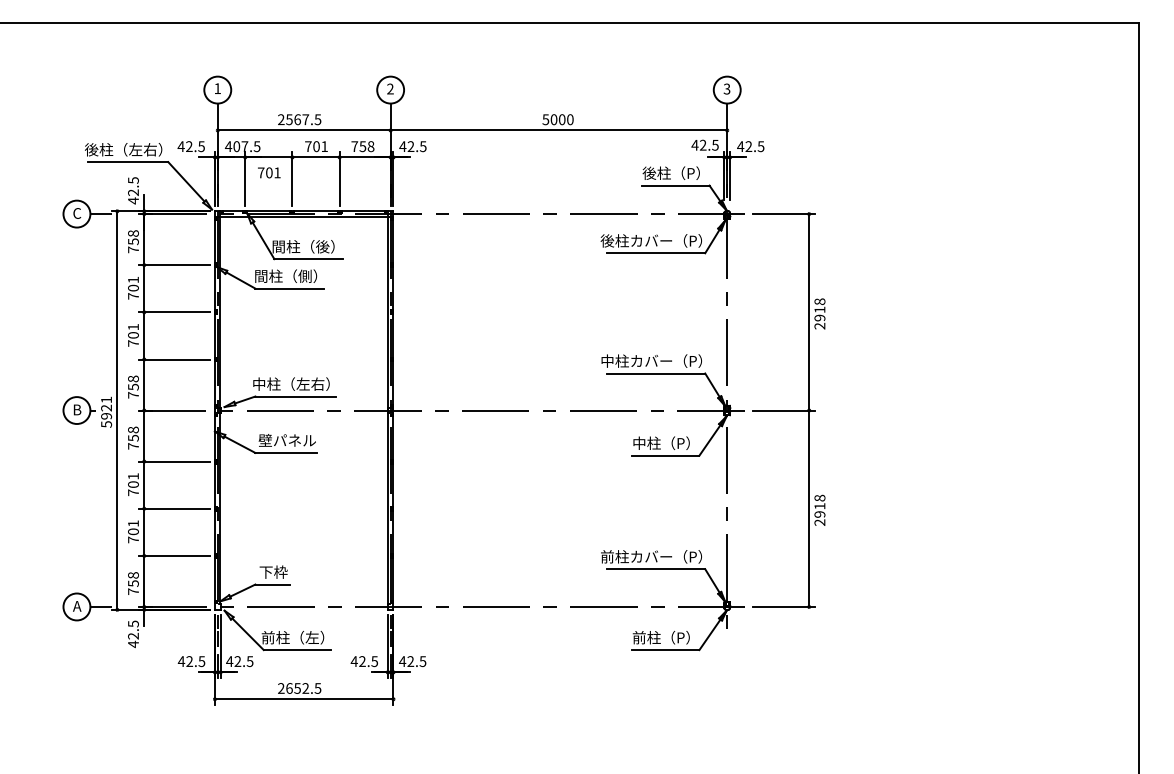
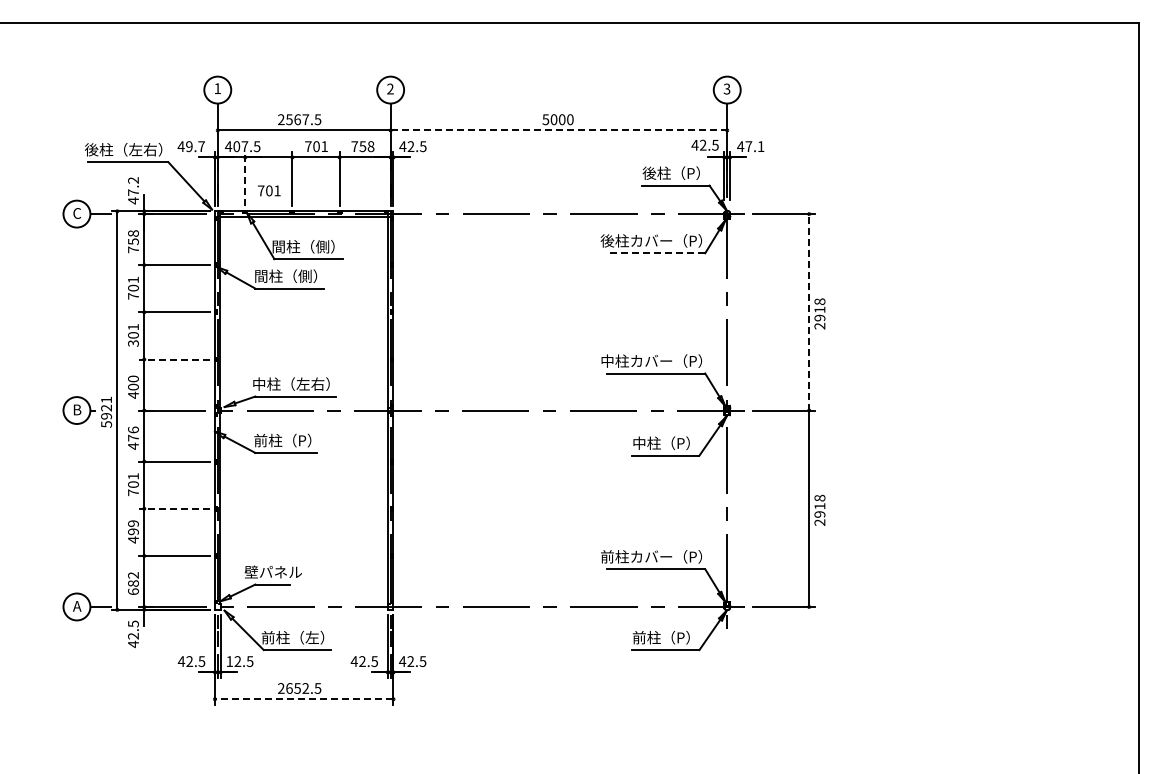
line at (559, 130): solid -> dashed
text at (195, 146): 42.5 -> 49.7
text at (754, 146): 42.5 -> 47.1
text at (269, 172) position: (269, 172) -> (269, 190)
line at (245, 178): solid -> dashed
text at (133, 186): 42.5 -> 47.2
text at (322, 246): 間柱（後） -> 間柱（側）
line at (655, 253): solid -> dashed
line at (809, 311): solid -> dashed
text at (133, 343): 701 -> 301
line at (173, 359): solid -> dashed
text at (133, 386): 758 -> 400
text at (133, 437): 758 -> 476
text at (284, 440): 壁パネル -> 前柱（P）
line at (173, 508): solid -> dashed
text at (133, 531): 701 -> 499
text at (272, 571): 下枠 -> 壁パネル
text at (133, 583): 758 -> 682
text at (229, 661): 42.5 -> 12.5
line at (303, 699): solid -> dashed
